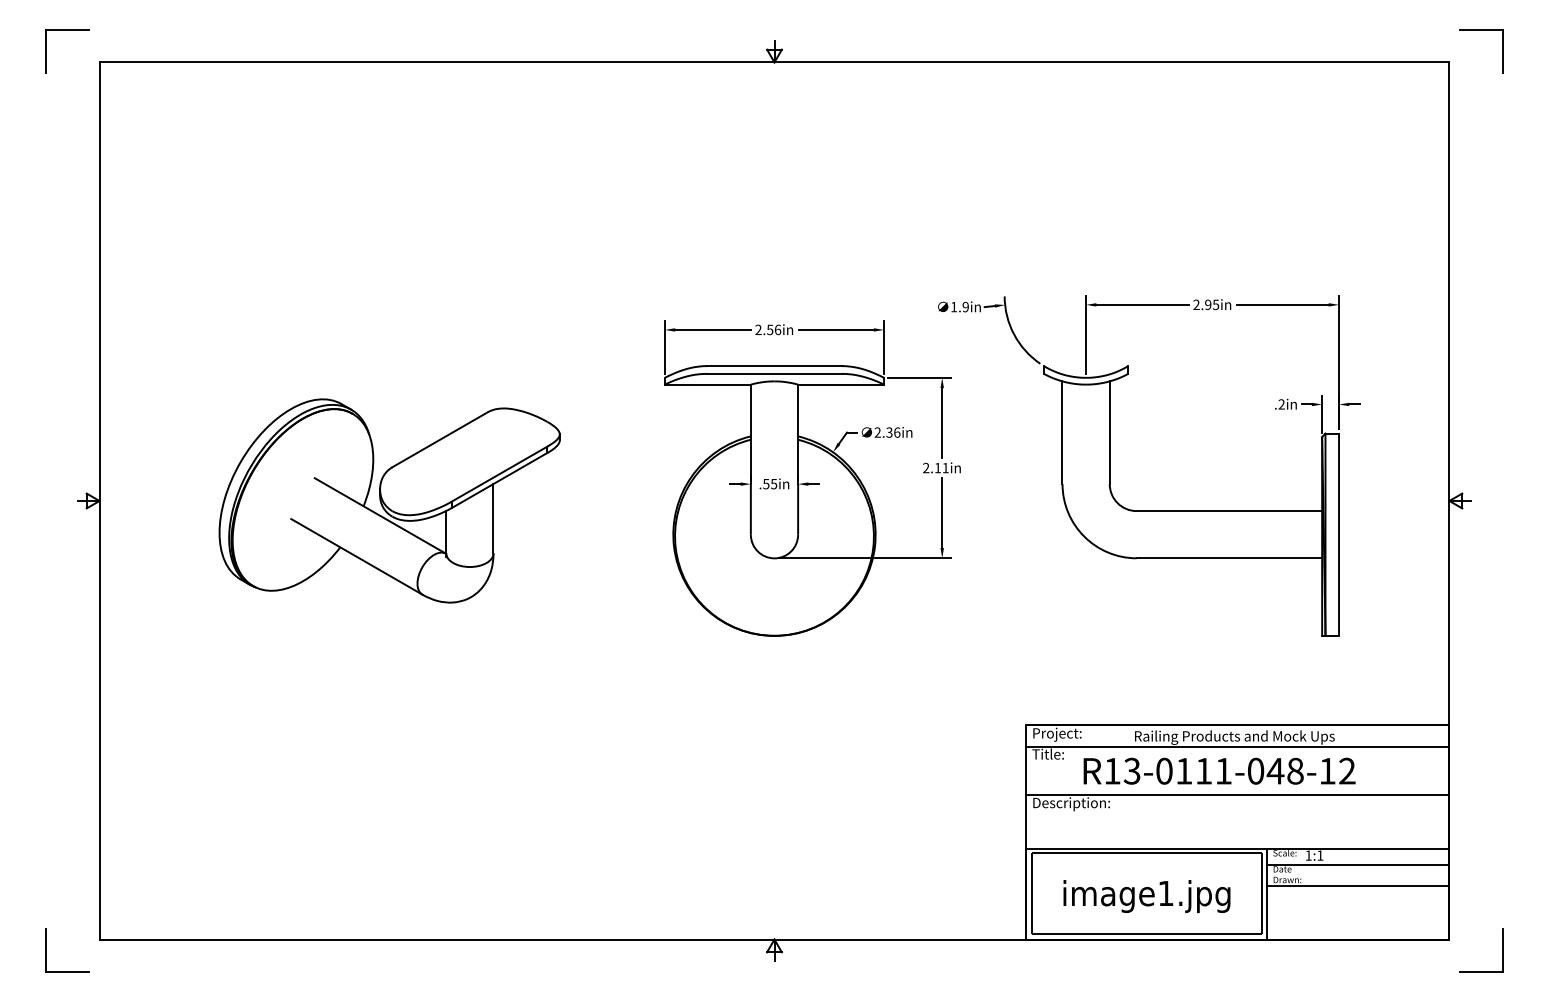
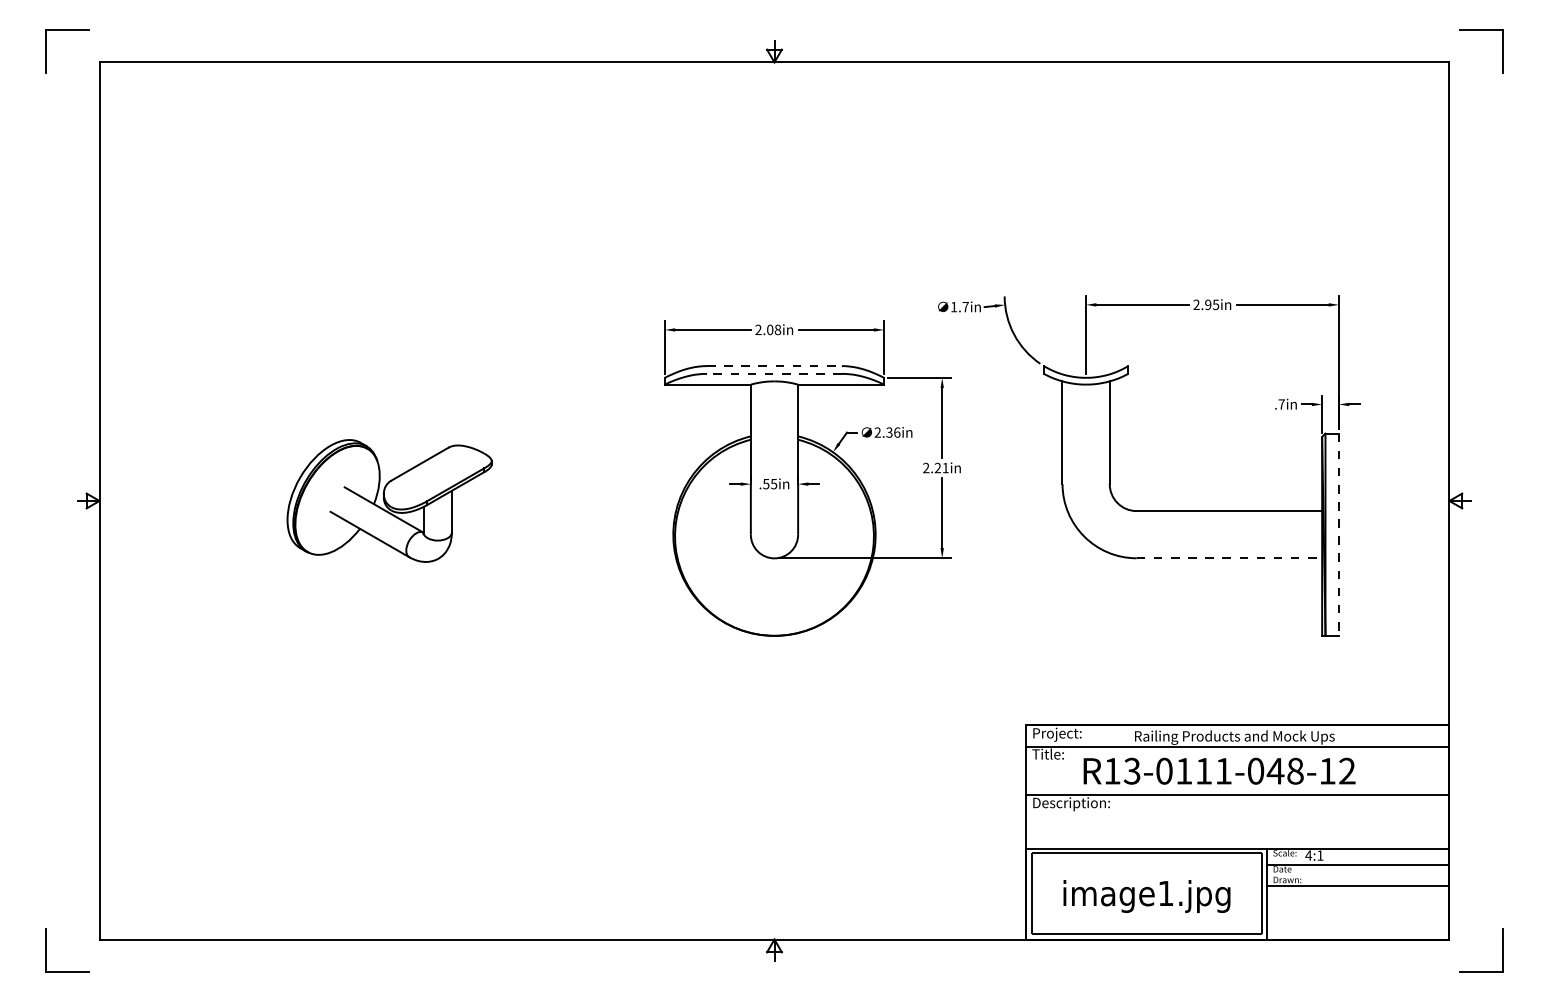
text at (965, 306): 1.9in -> 1.7in
text at (774, 329): 2.56in -> 2.08in
line at (774, 366): solid -> dashed
line at (774, 373): solid -> dashed
text at (1281, 404): .2in -> .7in
text at (937, 467): 2.11in -> 2.21in
part at (389, 500) size: 343x206 px -> 207x124 px
arc at (1339, 534): solid -> dashed
line at (1229, 558): solid -> dashed
text at (1308, 855): 1:1 -> 4:1
